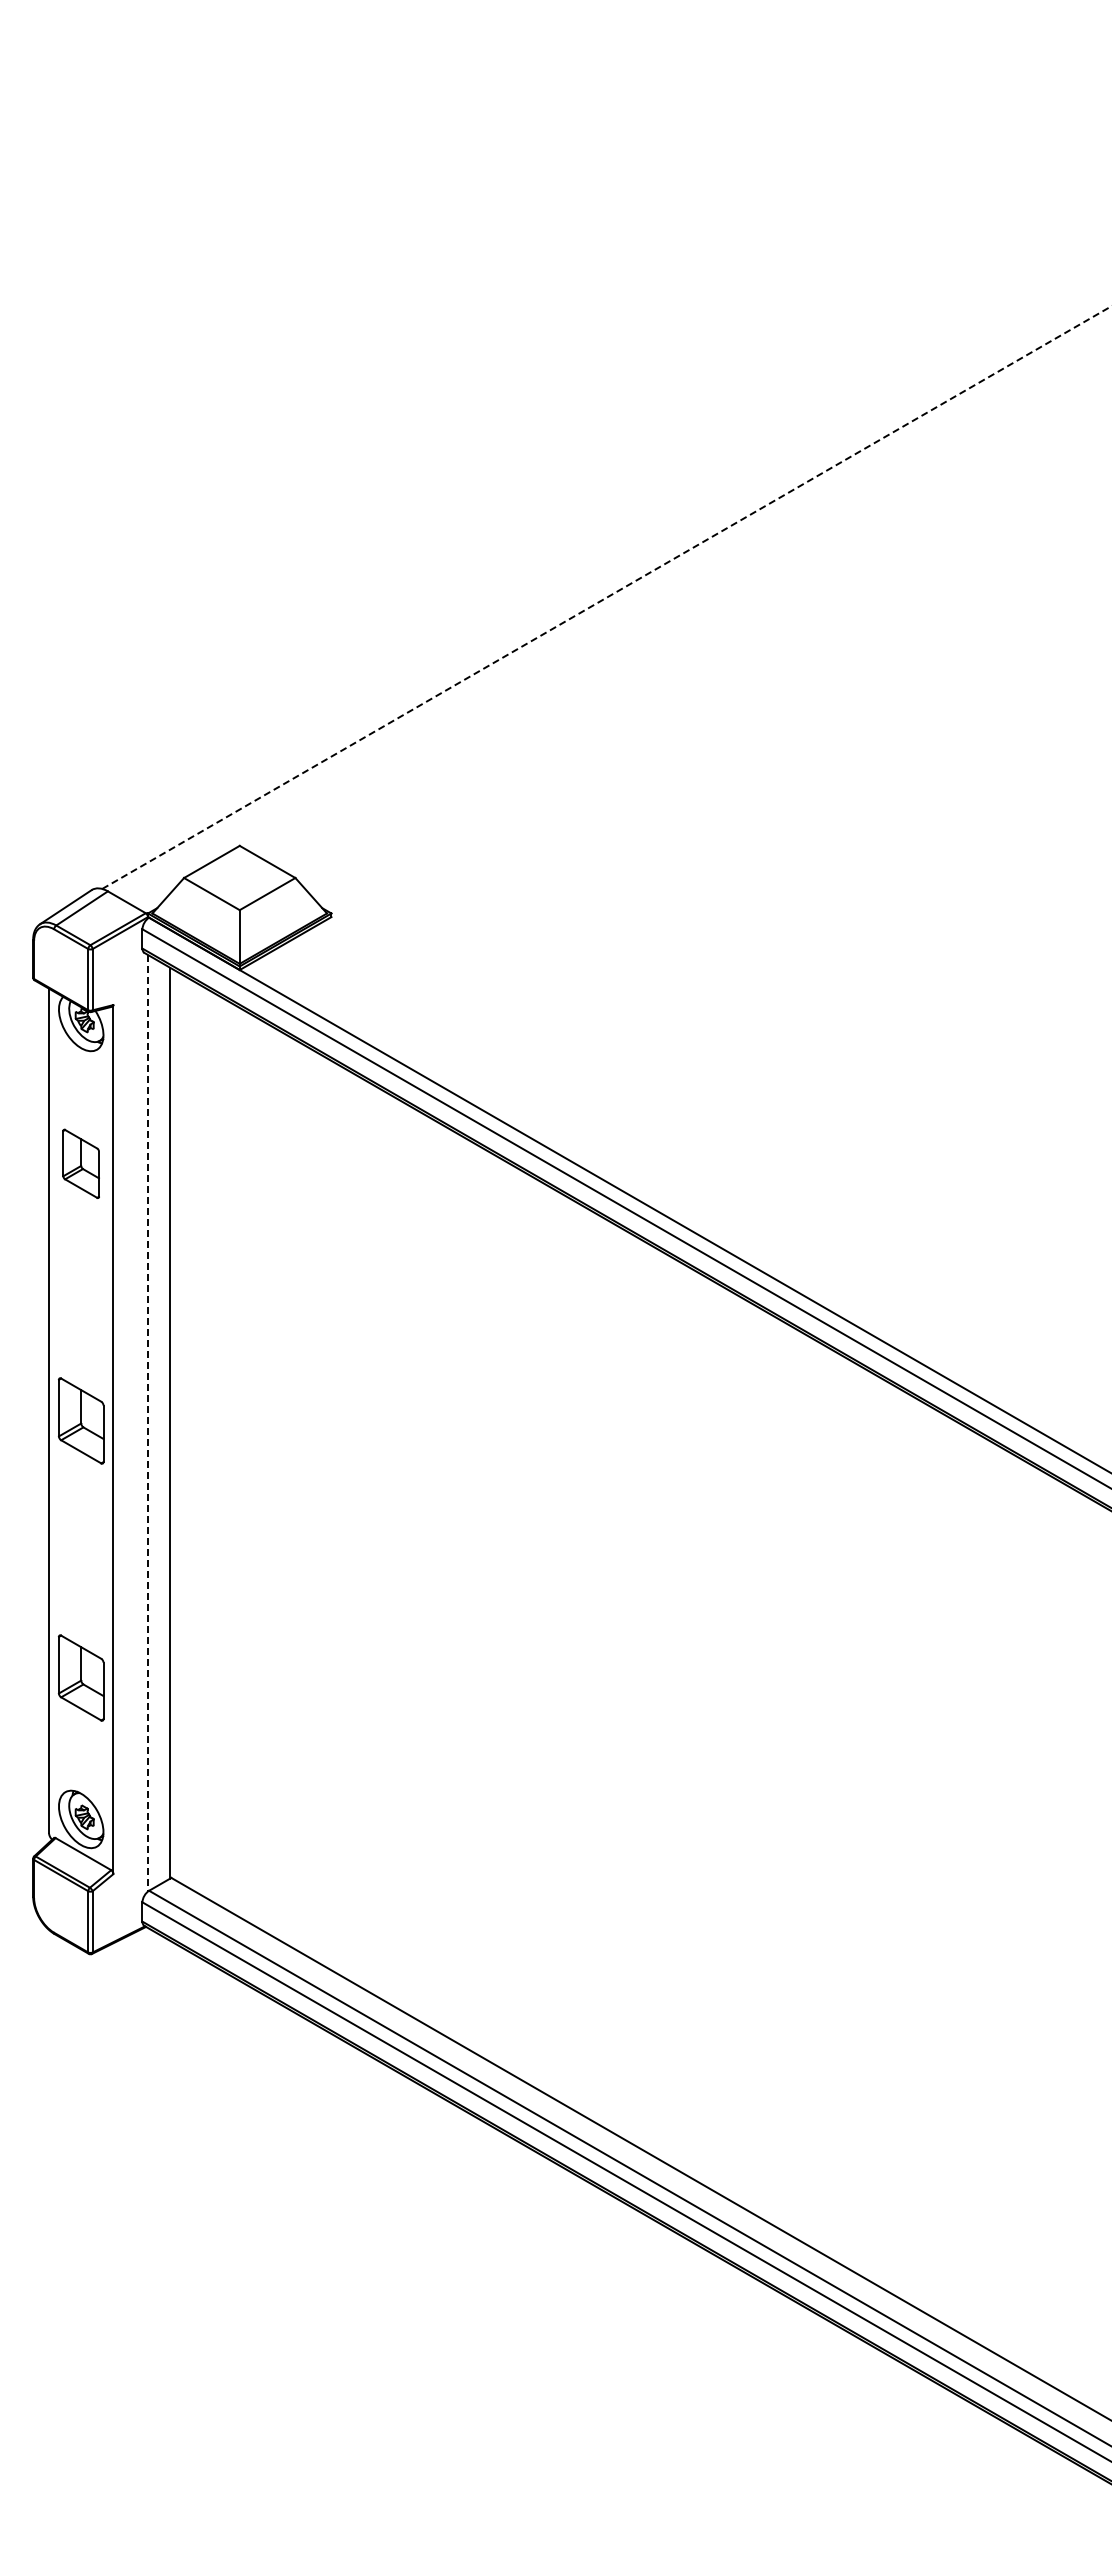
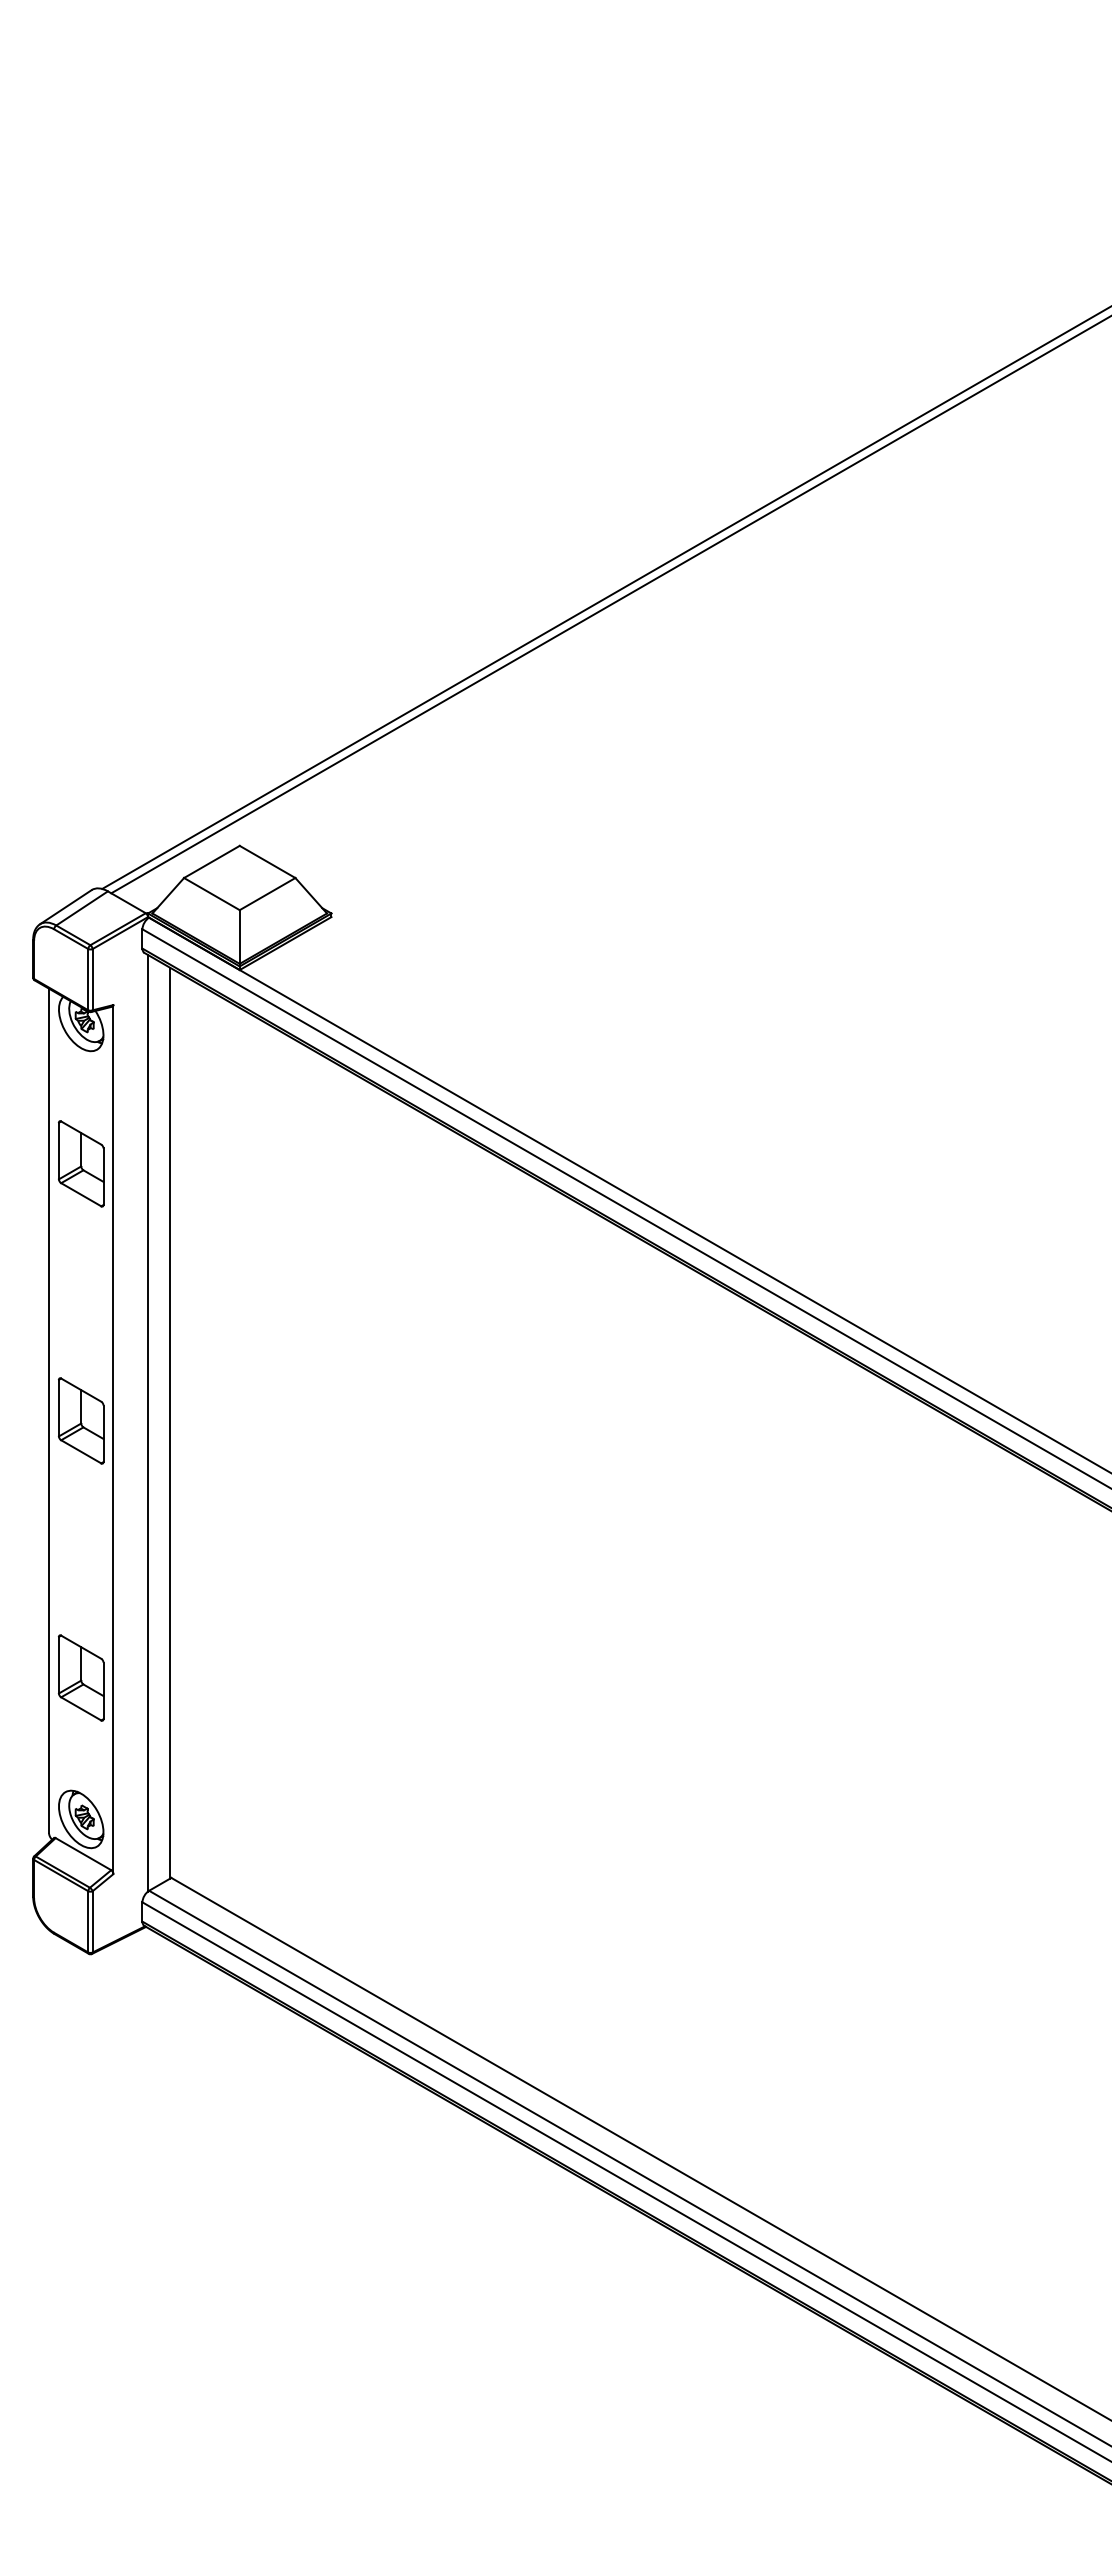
line at (607, 597): dashed -> solid
line at (609, 605): none -> present
part at (80, 1163) size: 38x71 px -> 48x88 px
line at (148, 1423): dashed -> solid
